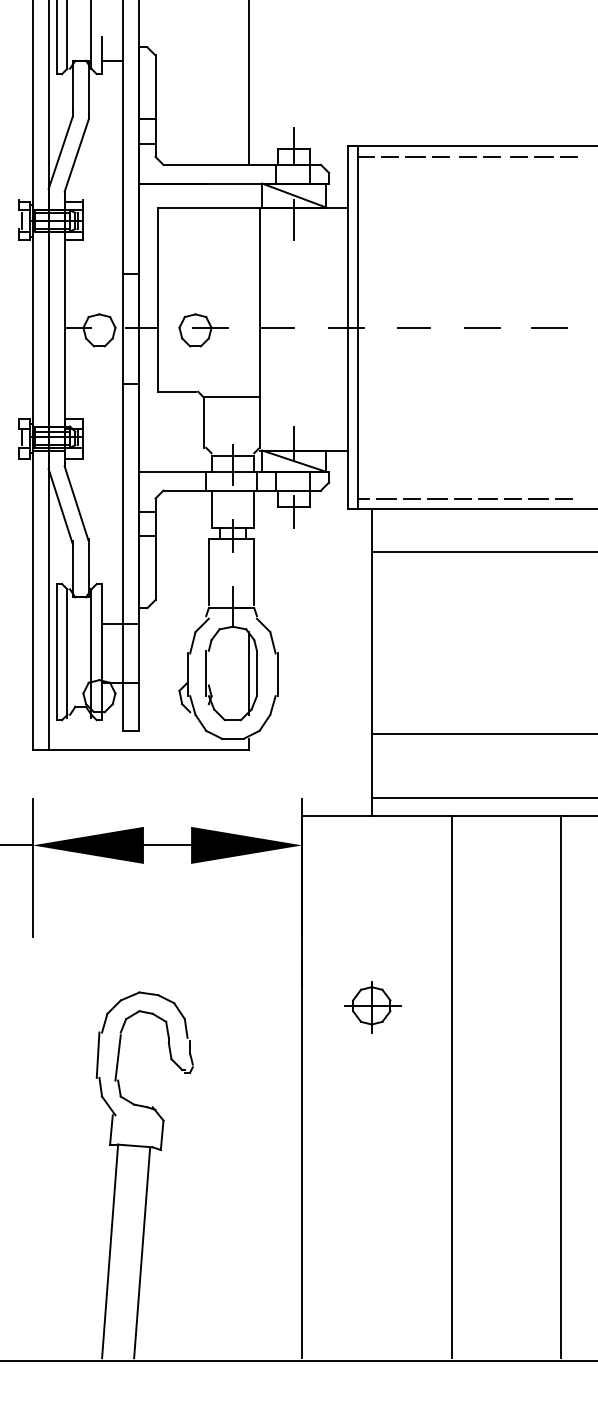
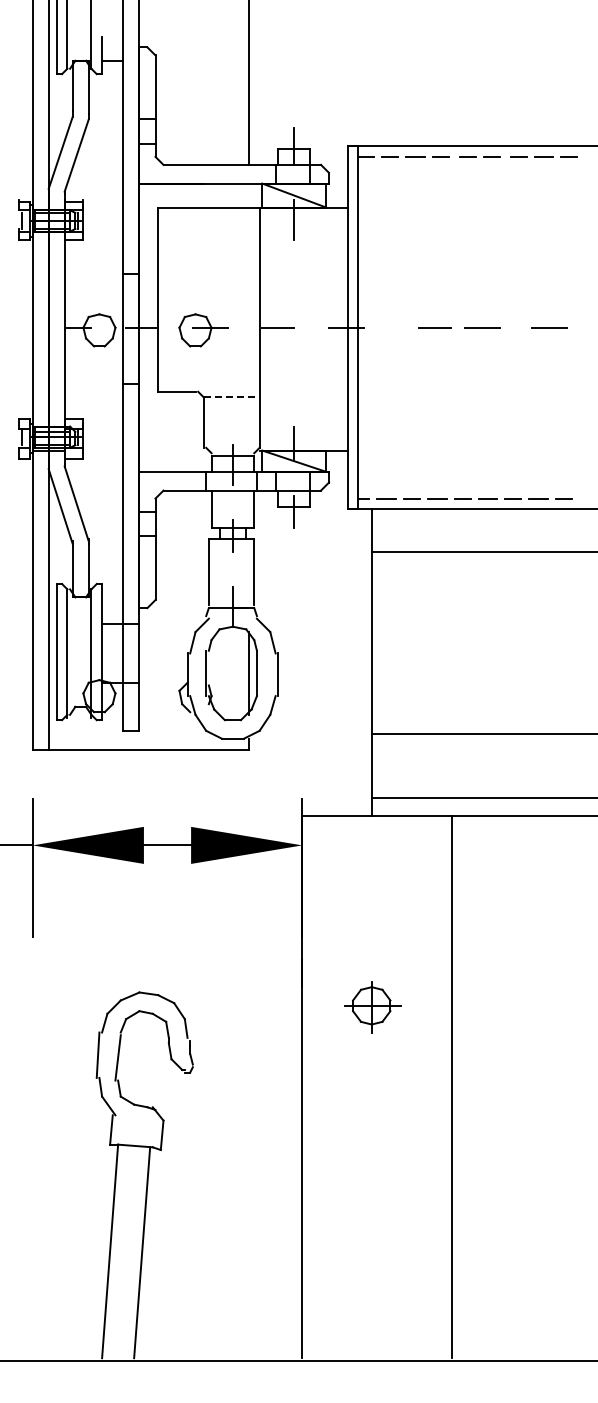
line at (413, 327) position: (413, 327) -> (434, 327)
line at (232, 397): solid -> dashed
line at (561, 1087): present -> none
